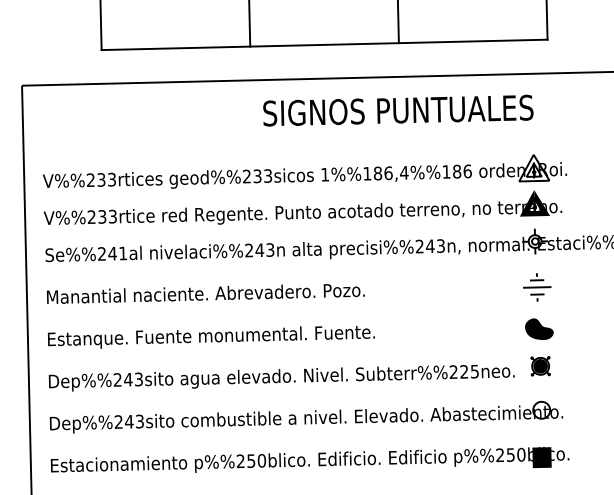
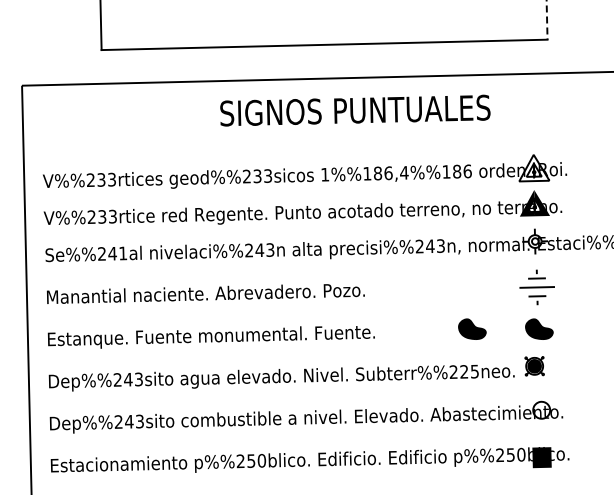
line at (547, 20): solid -> dashed
line at (397, 22): present -> none
line at (249, 24): present -> none
text at (398, 110) position: (398, 110) -> (355, 110)
part at (537, 287) size: 29x29 px -> 36x37 px
part at (472, 328): none -> present
part at (540, 366) position: (540, 366) -> (534, 366)
